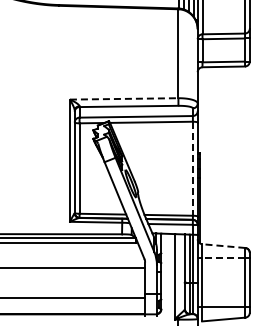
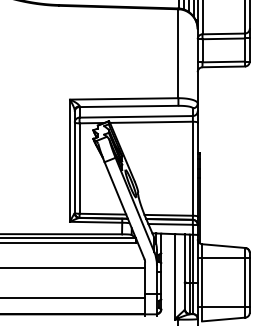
line at (124, 98): dashed -> solid
line at (192, 169): dashed -> solid
line at (223, 246): dashed -> solid
line at (223, 258): dashed -> solid
